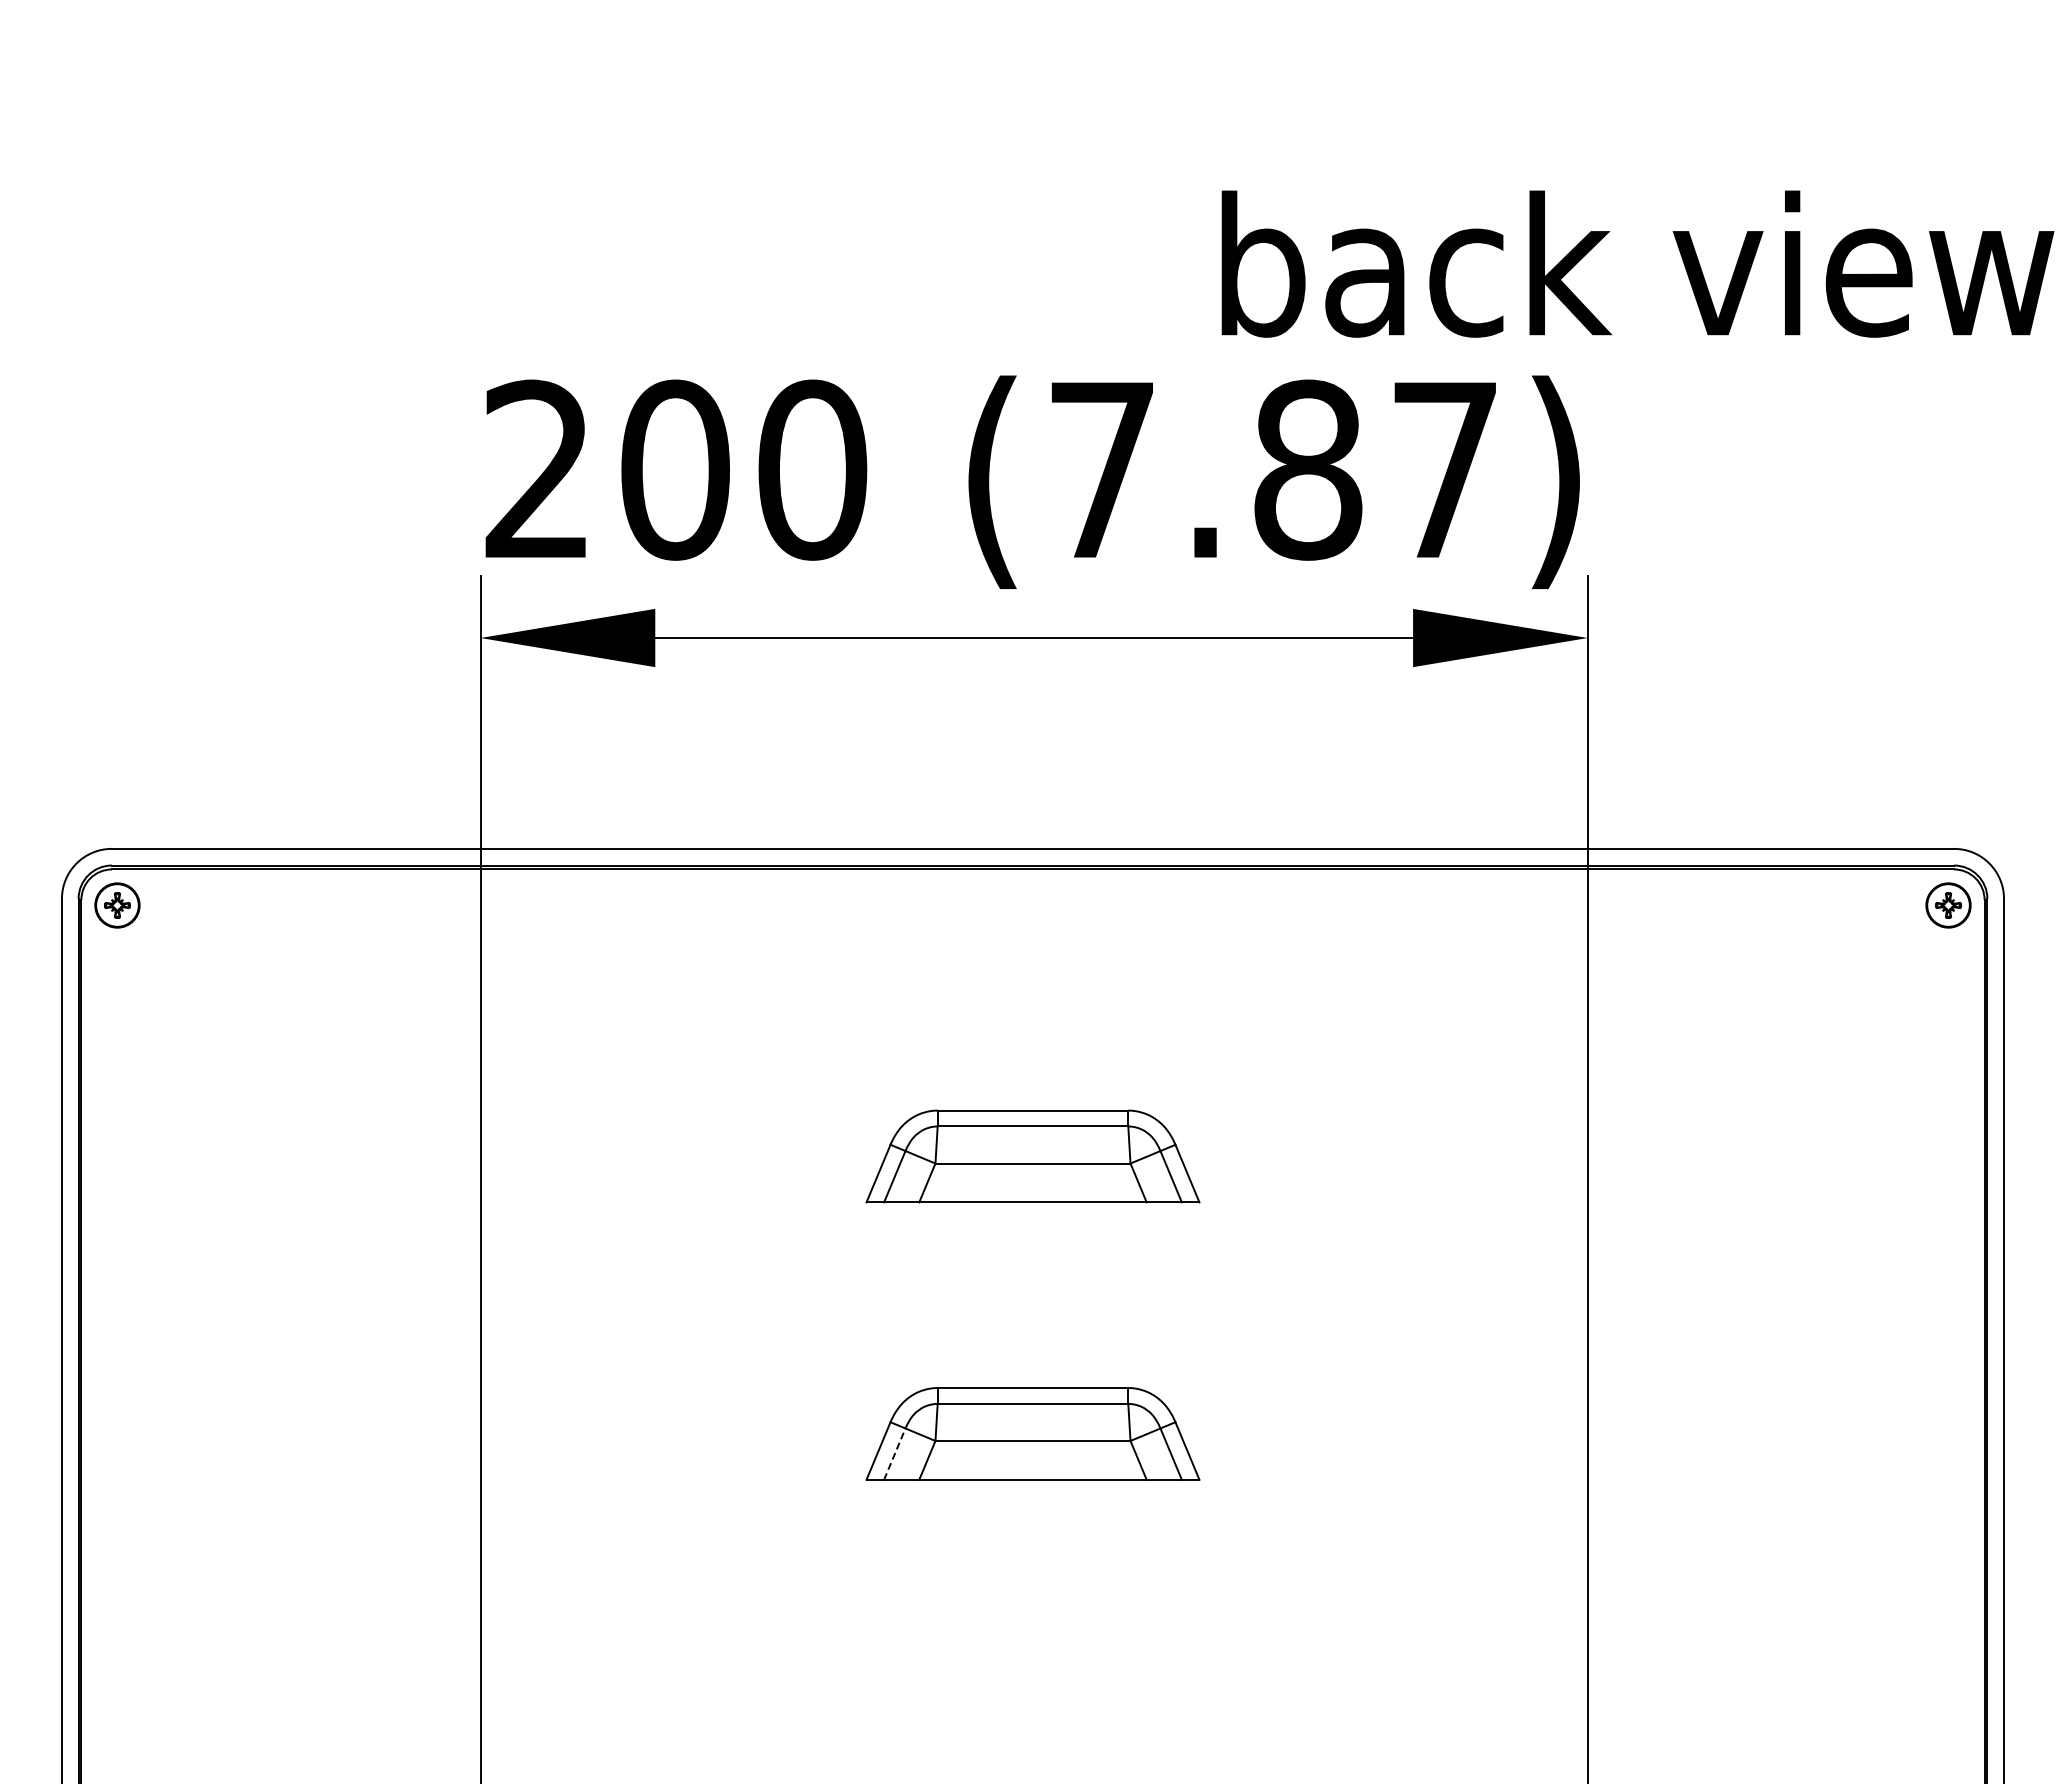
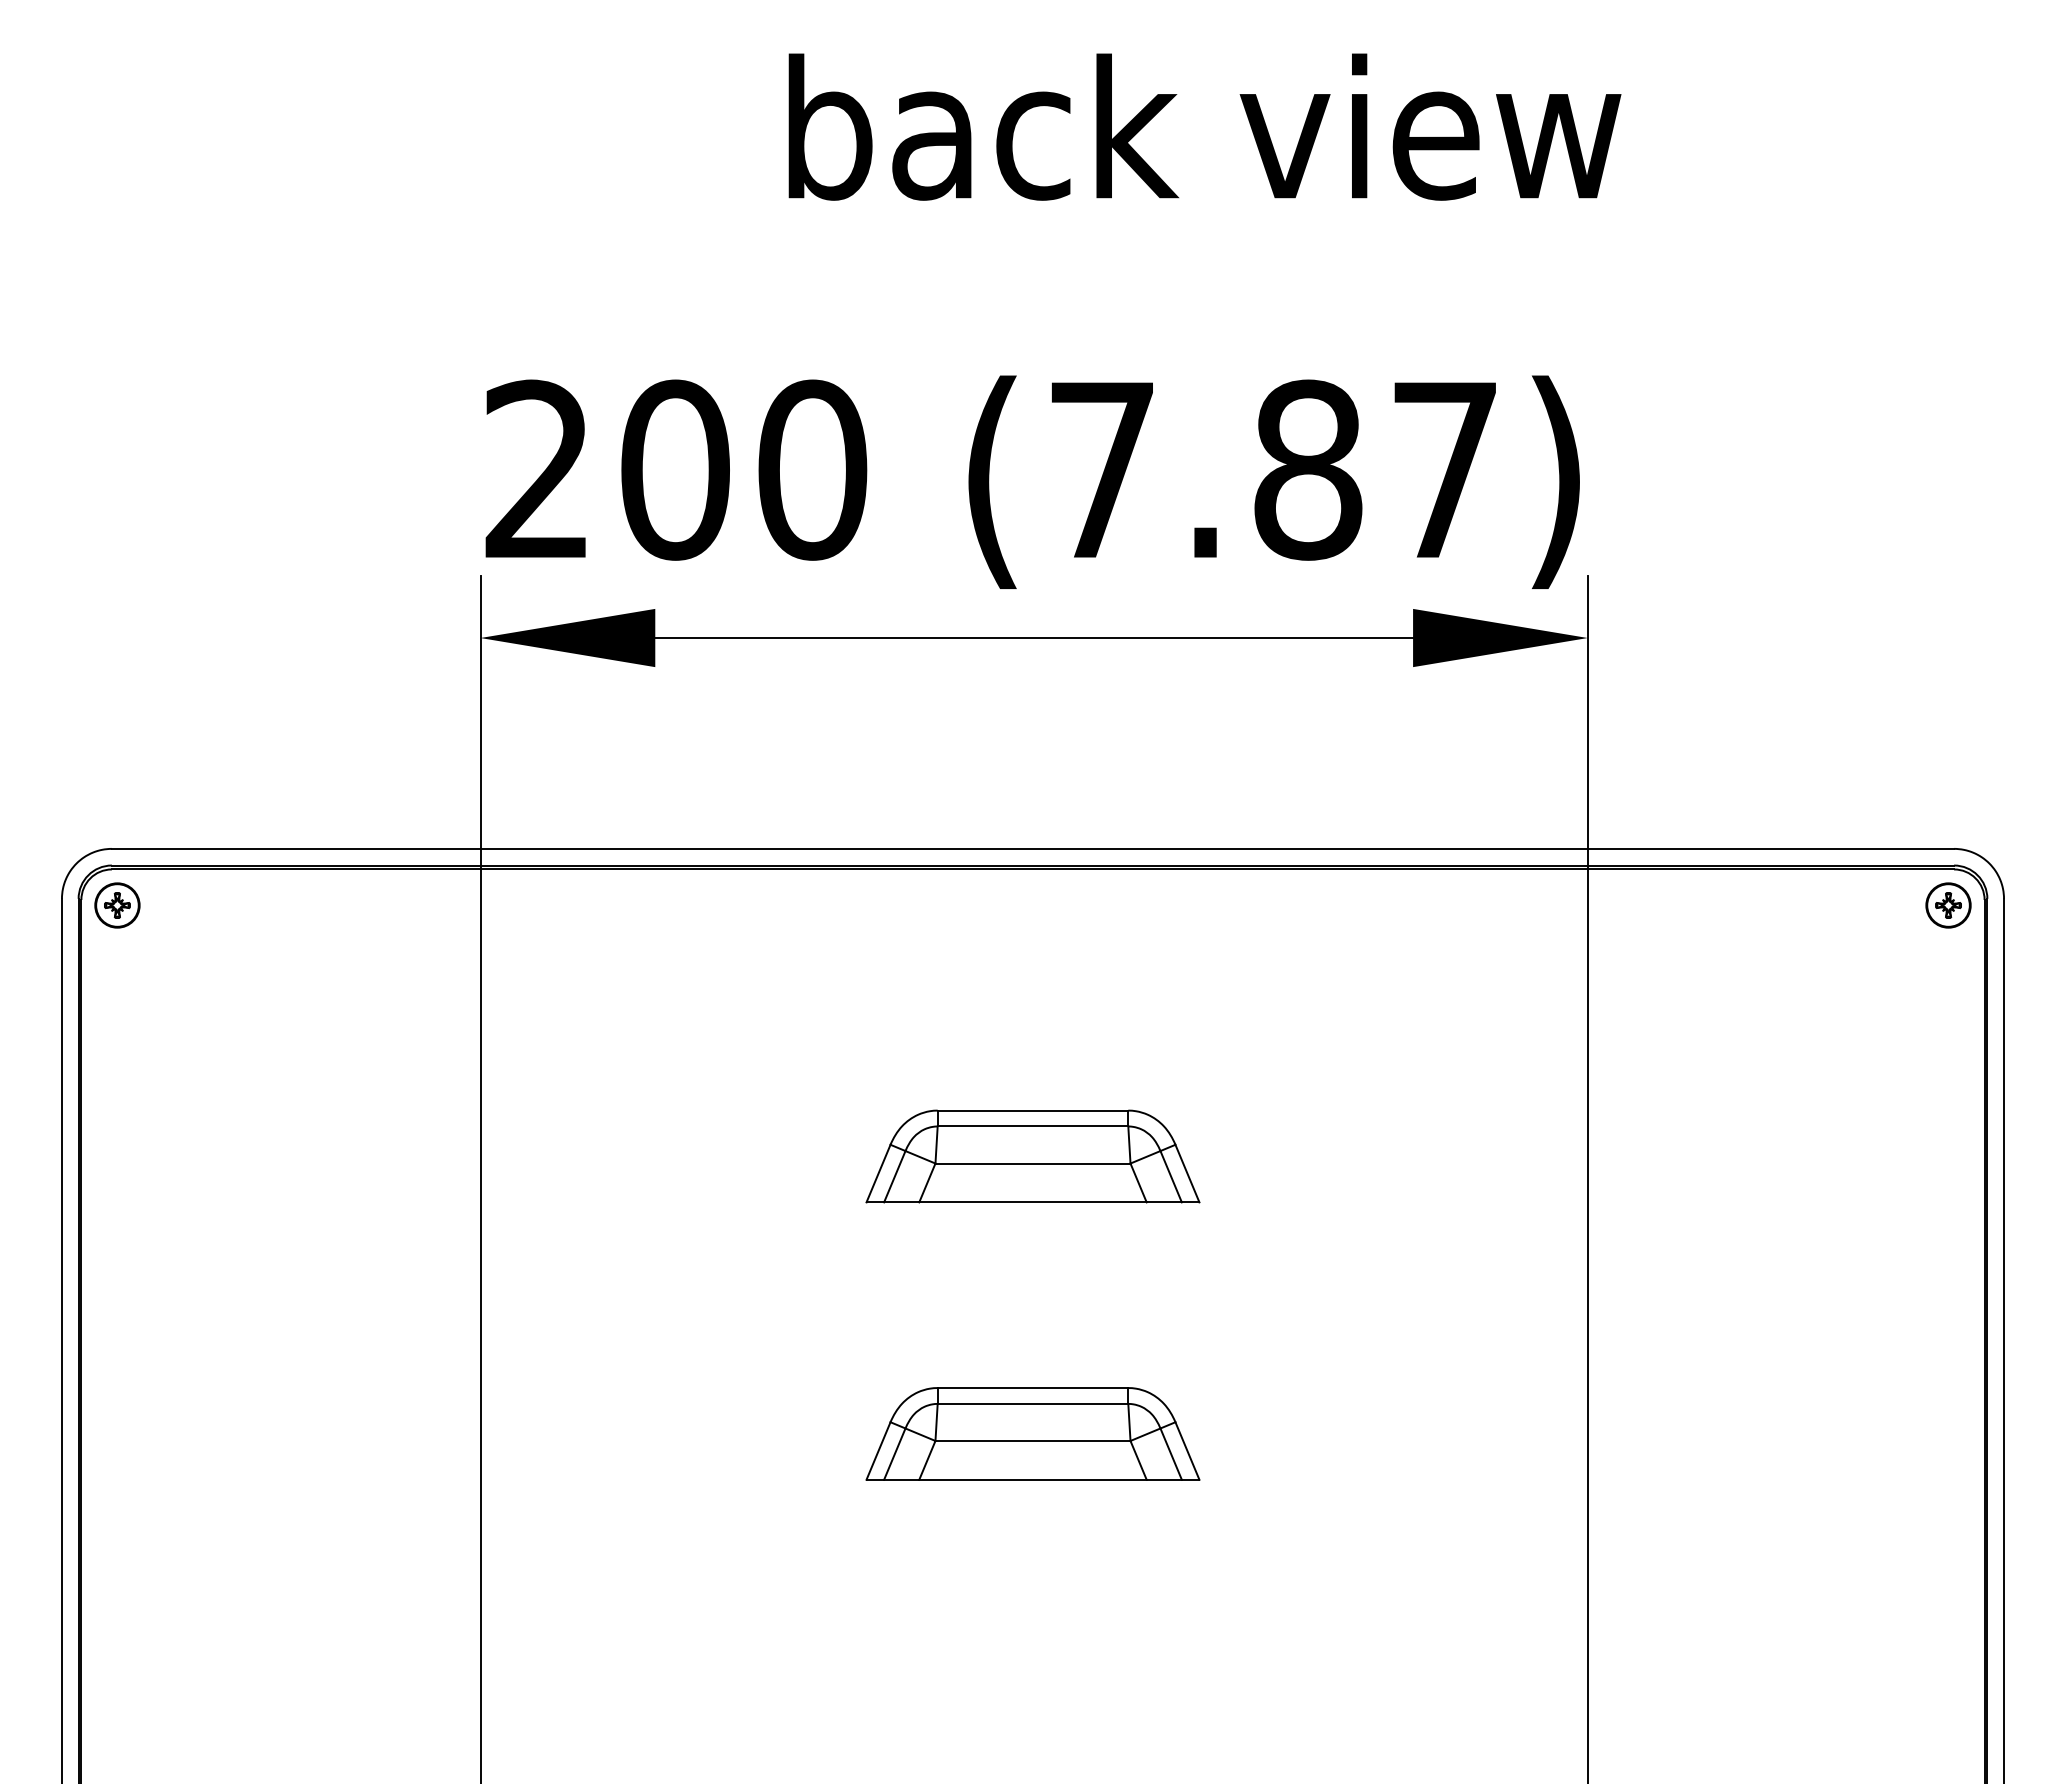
text at (1637, 263) position: (1637, 263) -> (1204, 126)
line at (894, 1454): dashed -> solid
